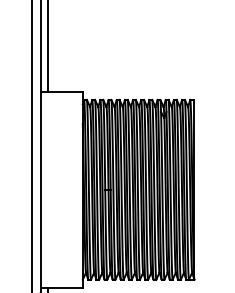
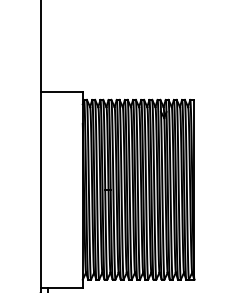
line at (47, 46): present -> none
line at (32, 145): present -> none
